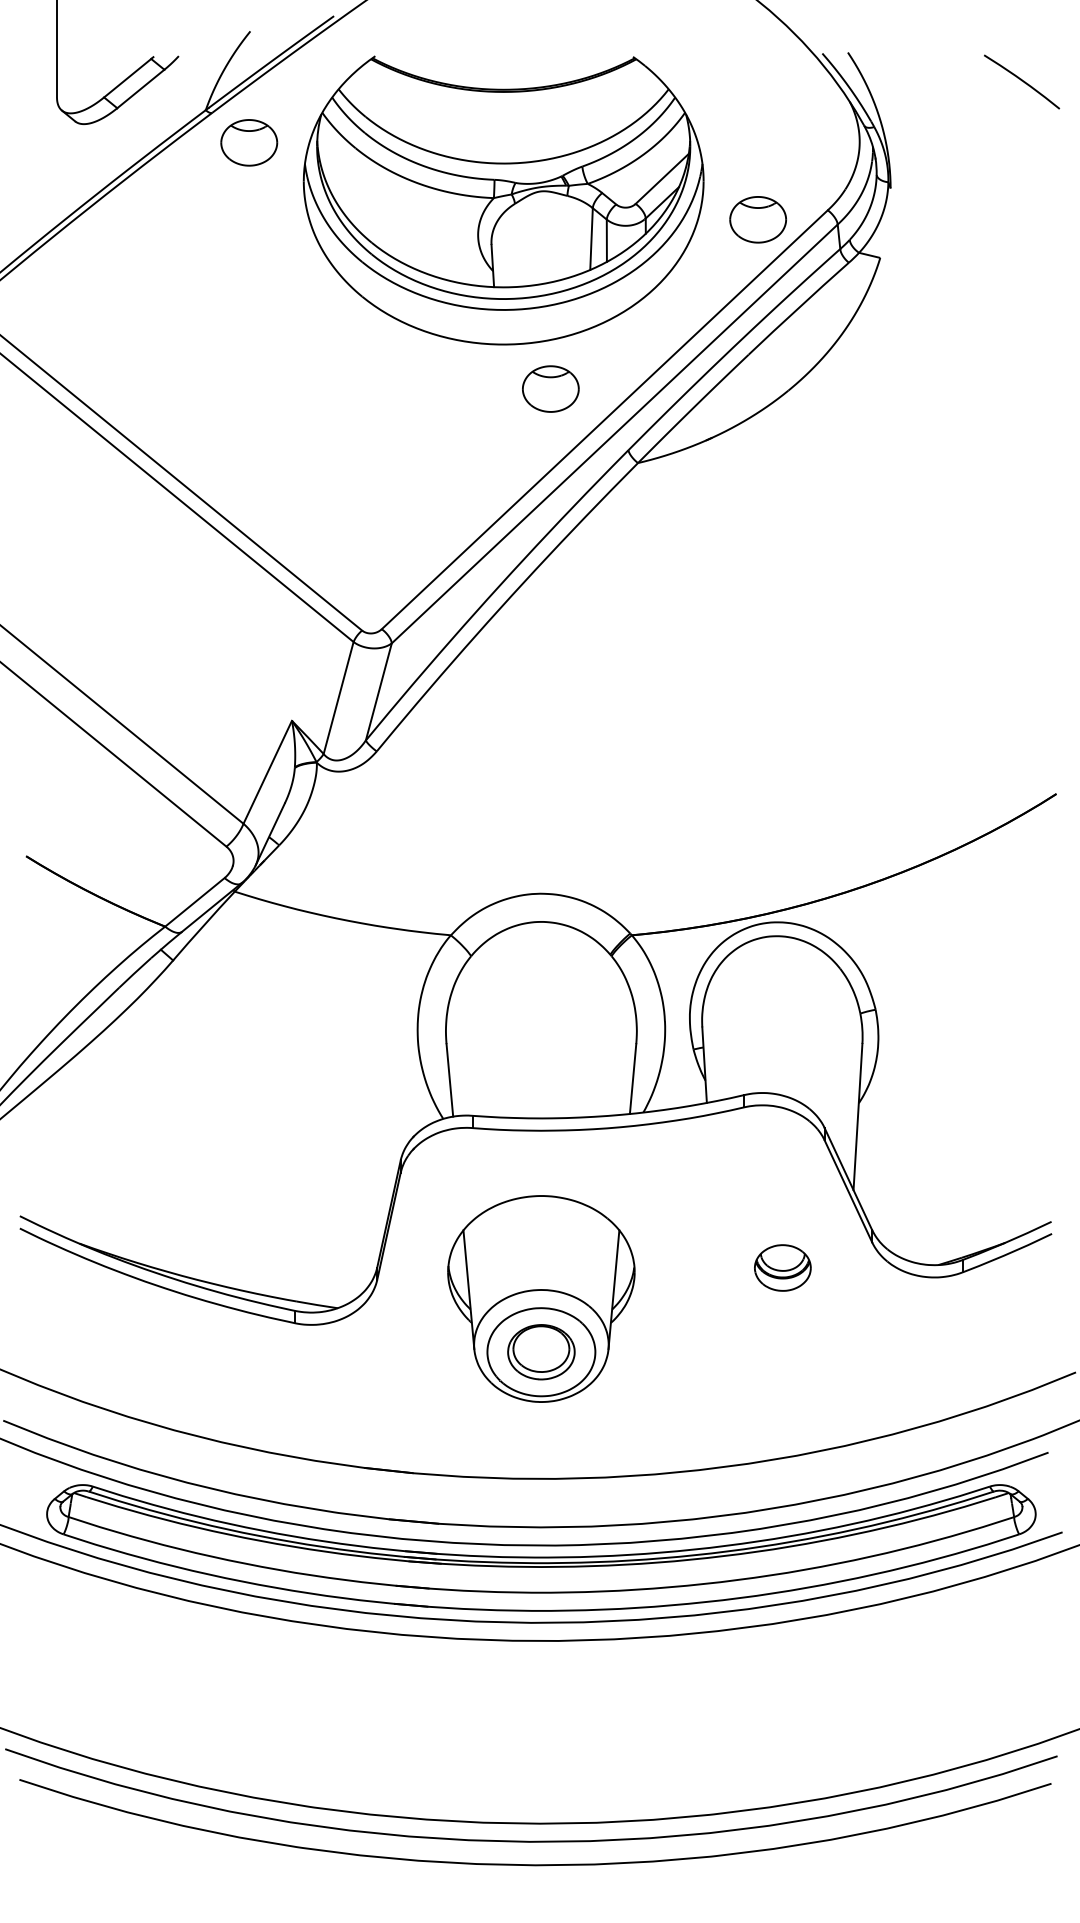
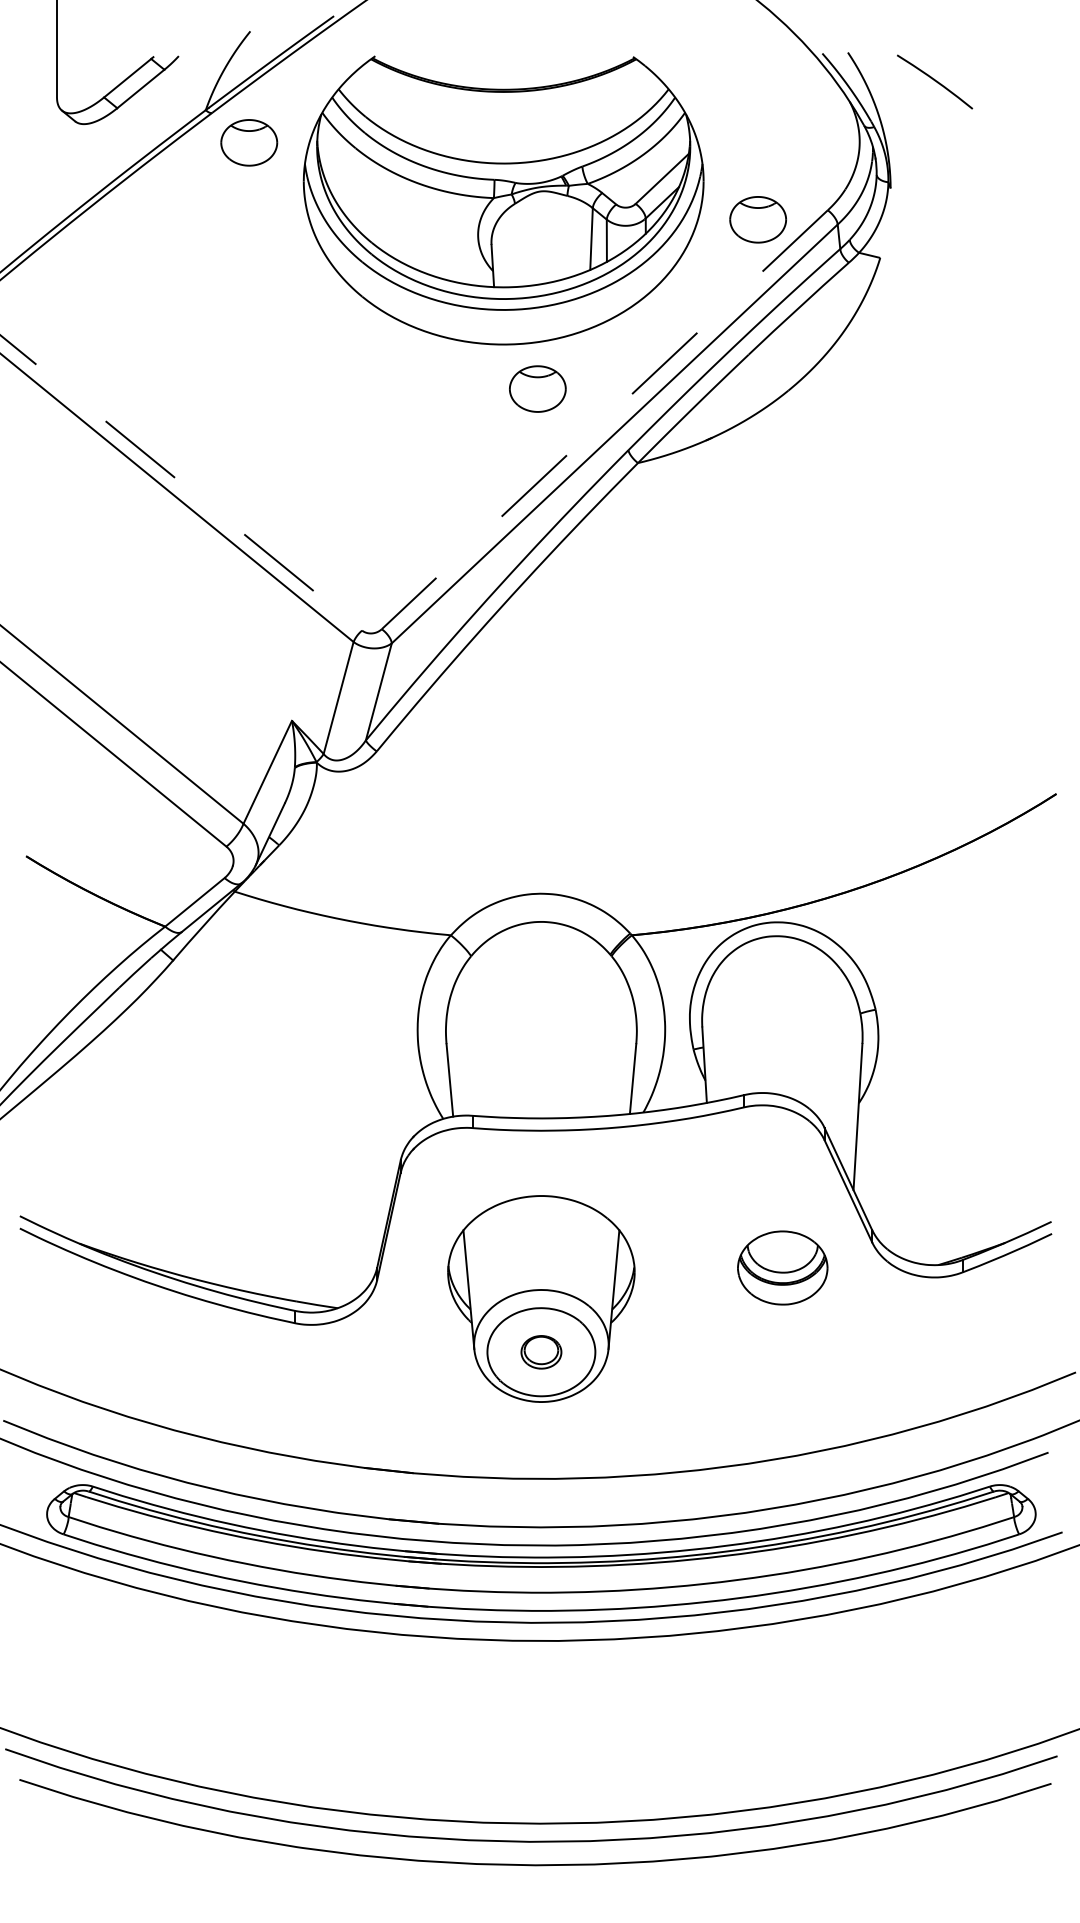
curve at (1022, 81) position: (1022, 81) -> (935, 81)
part at (550, 388) position: (550, 388) -> (537, 388)
line at (604, 419): solid -> dashed
line at (181, 482): solid -> dashed
part at (782, 1267) size: 58x48 px -> 92x76 px
part at (541, 1352) size: 69x57 px -> 43x35 px
